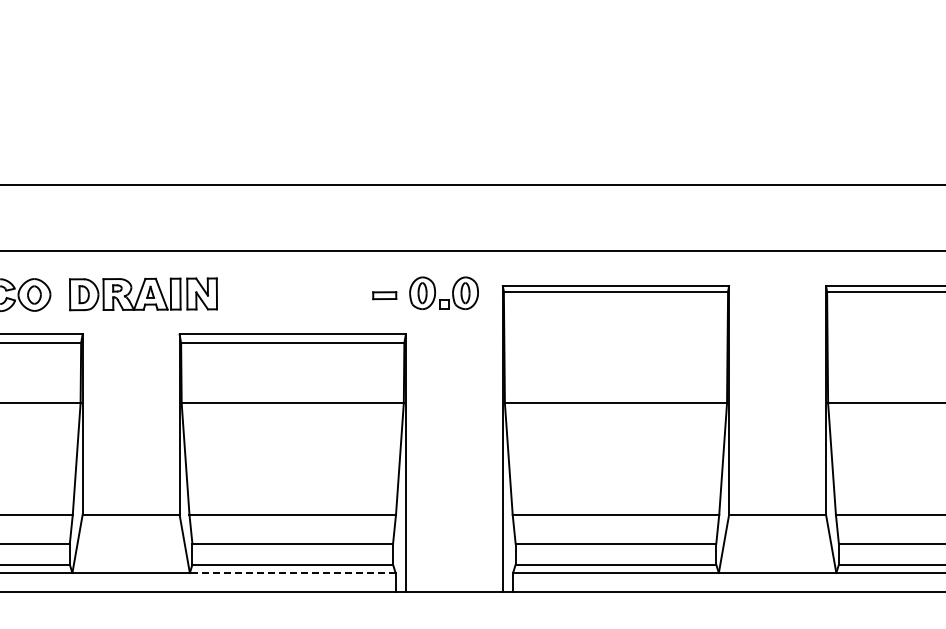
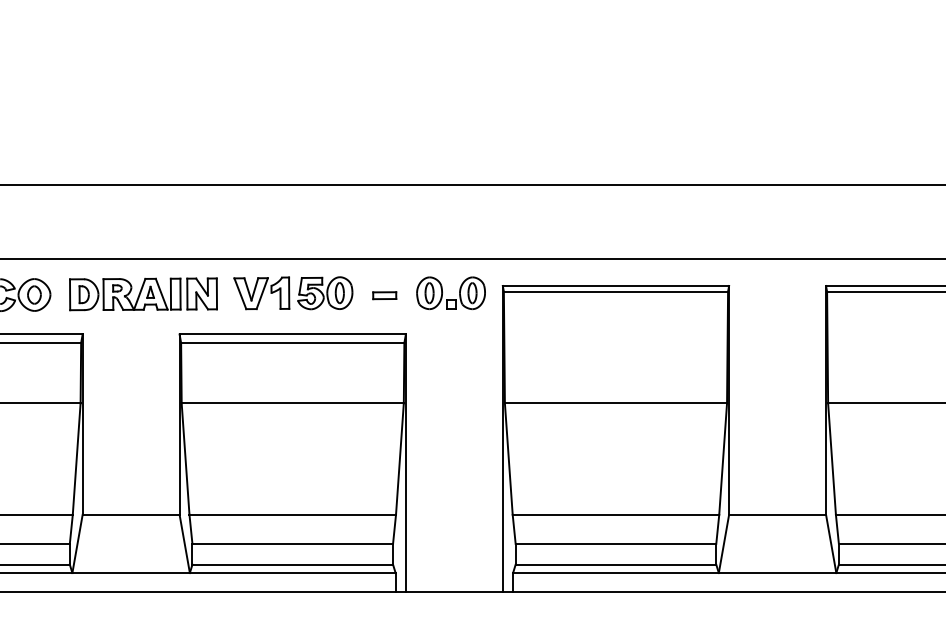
line at (472, 250) position: (472, 250) -> (472, 258)
part at (293, 293): none -> present
part at (443, 299) position: (443, 299) -> (450, 299)
line at (292, 573): dashed -> solid
